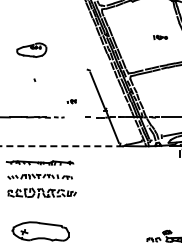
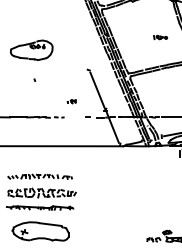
part at (31, 49) size: 32x16 px -> 44x22 px
line at (61, 146): dashed -> solid
part at (39, 162) position: (39, 162) -> (39, 207)
